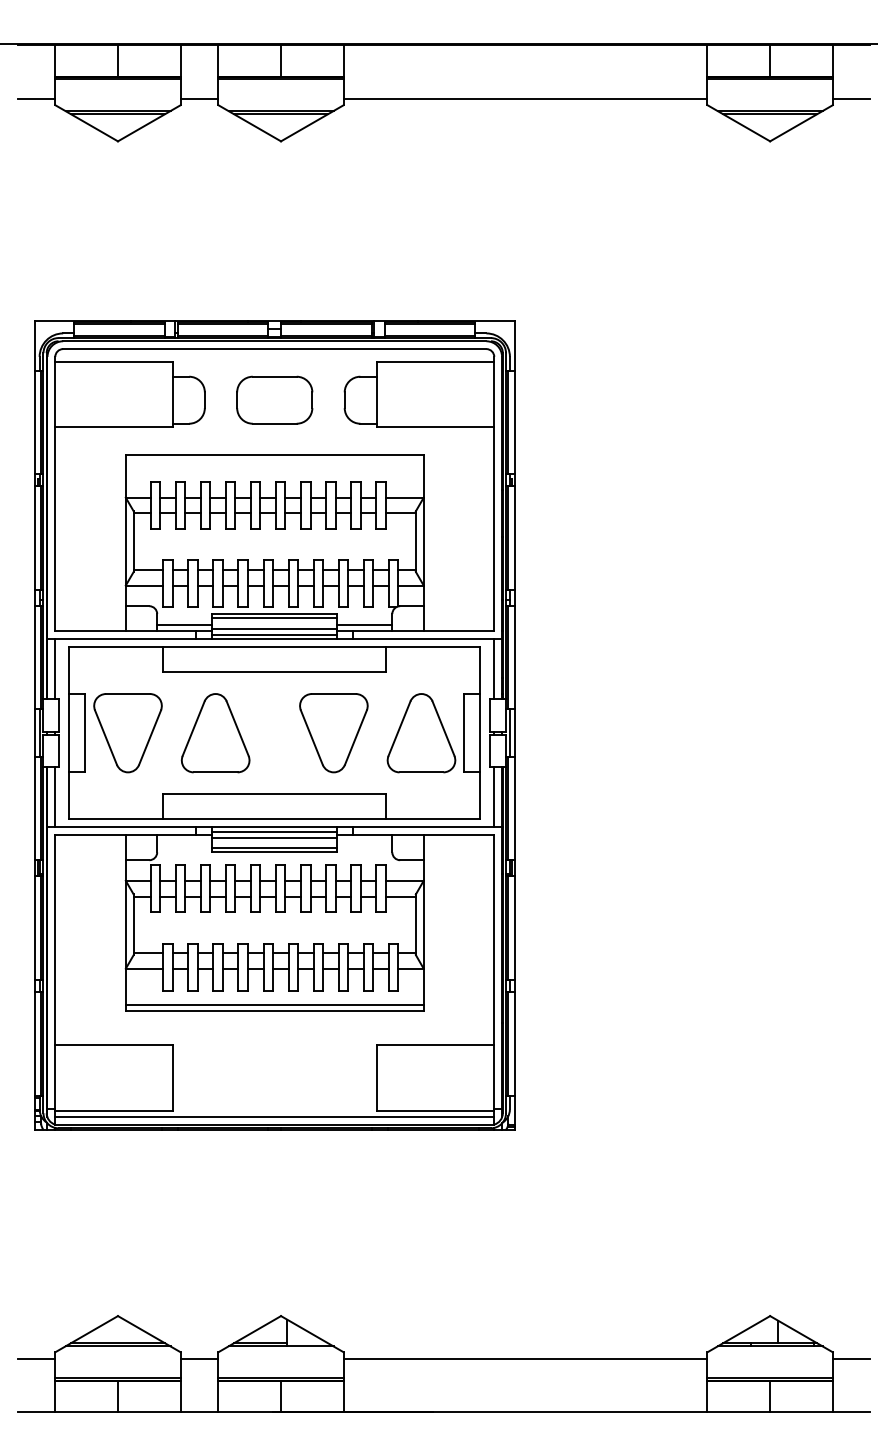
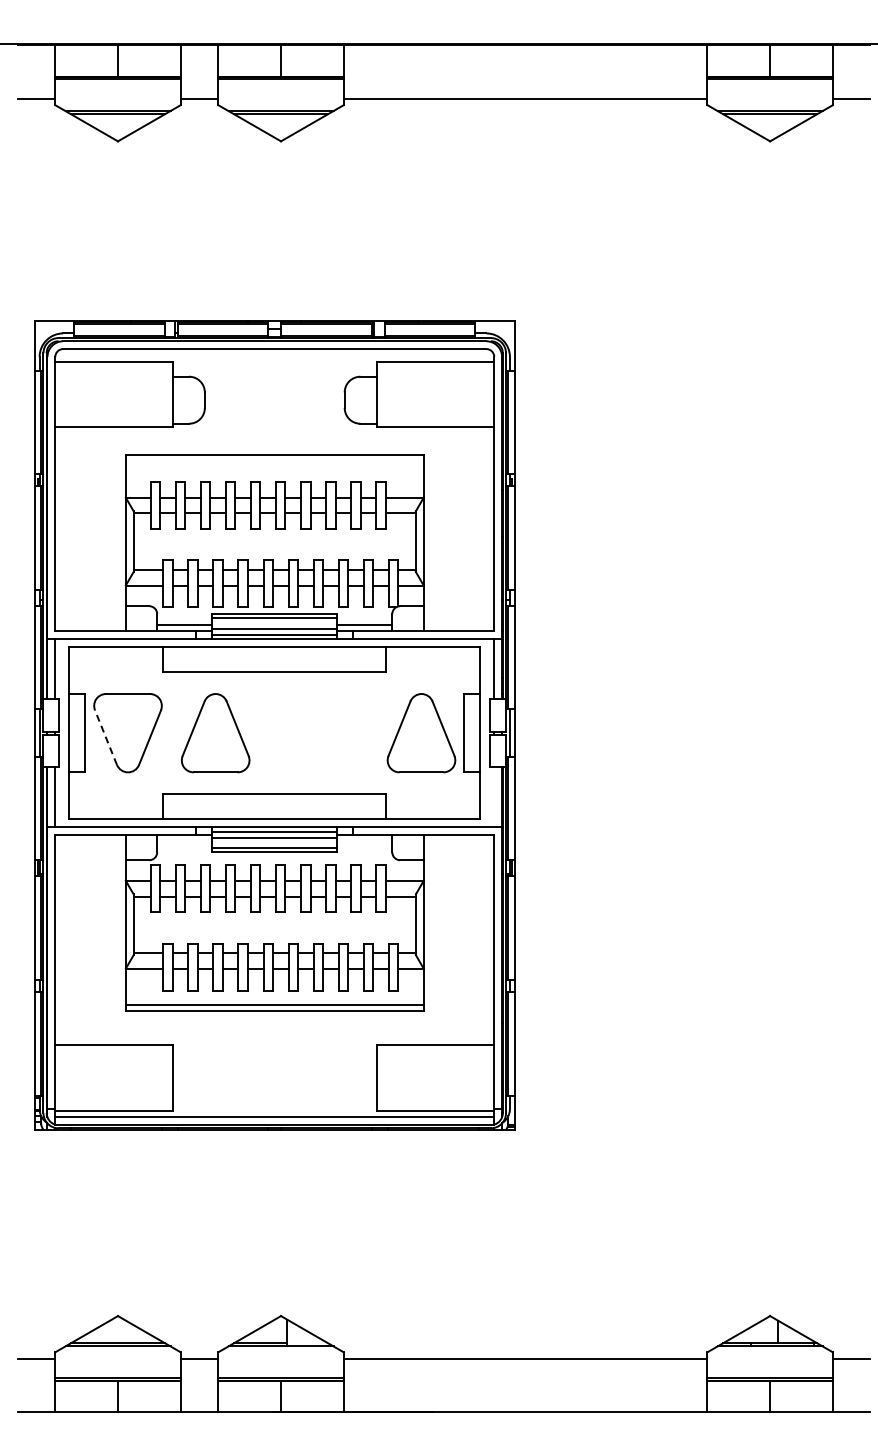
part at (274, 399): present -> none
part at (333, 733): present -> none
line at (105, 737): solid -> dashed
line at (494, 797): present -> none
